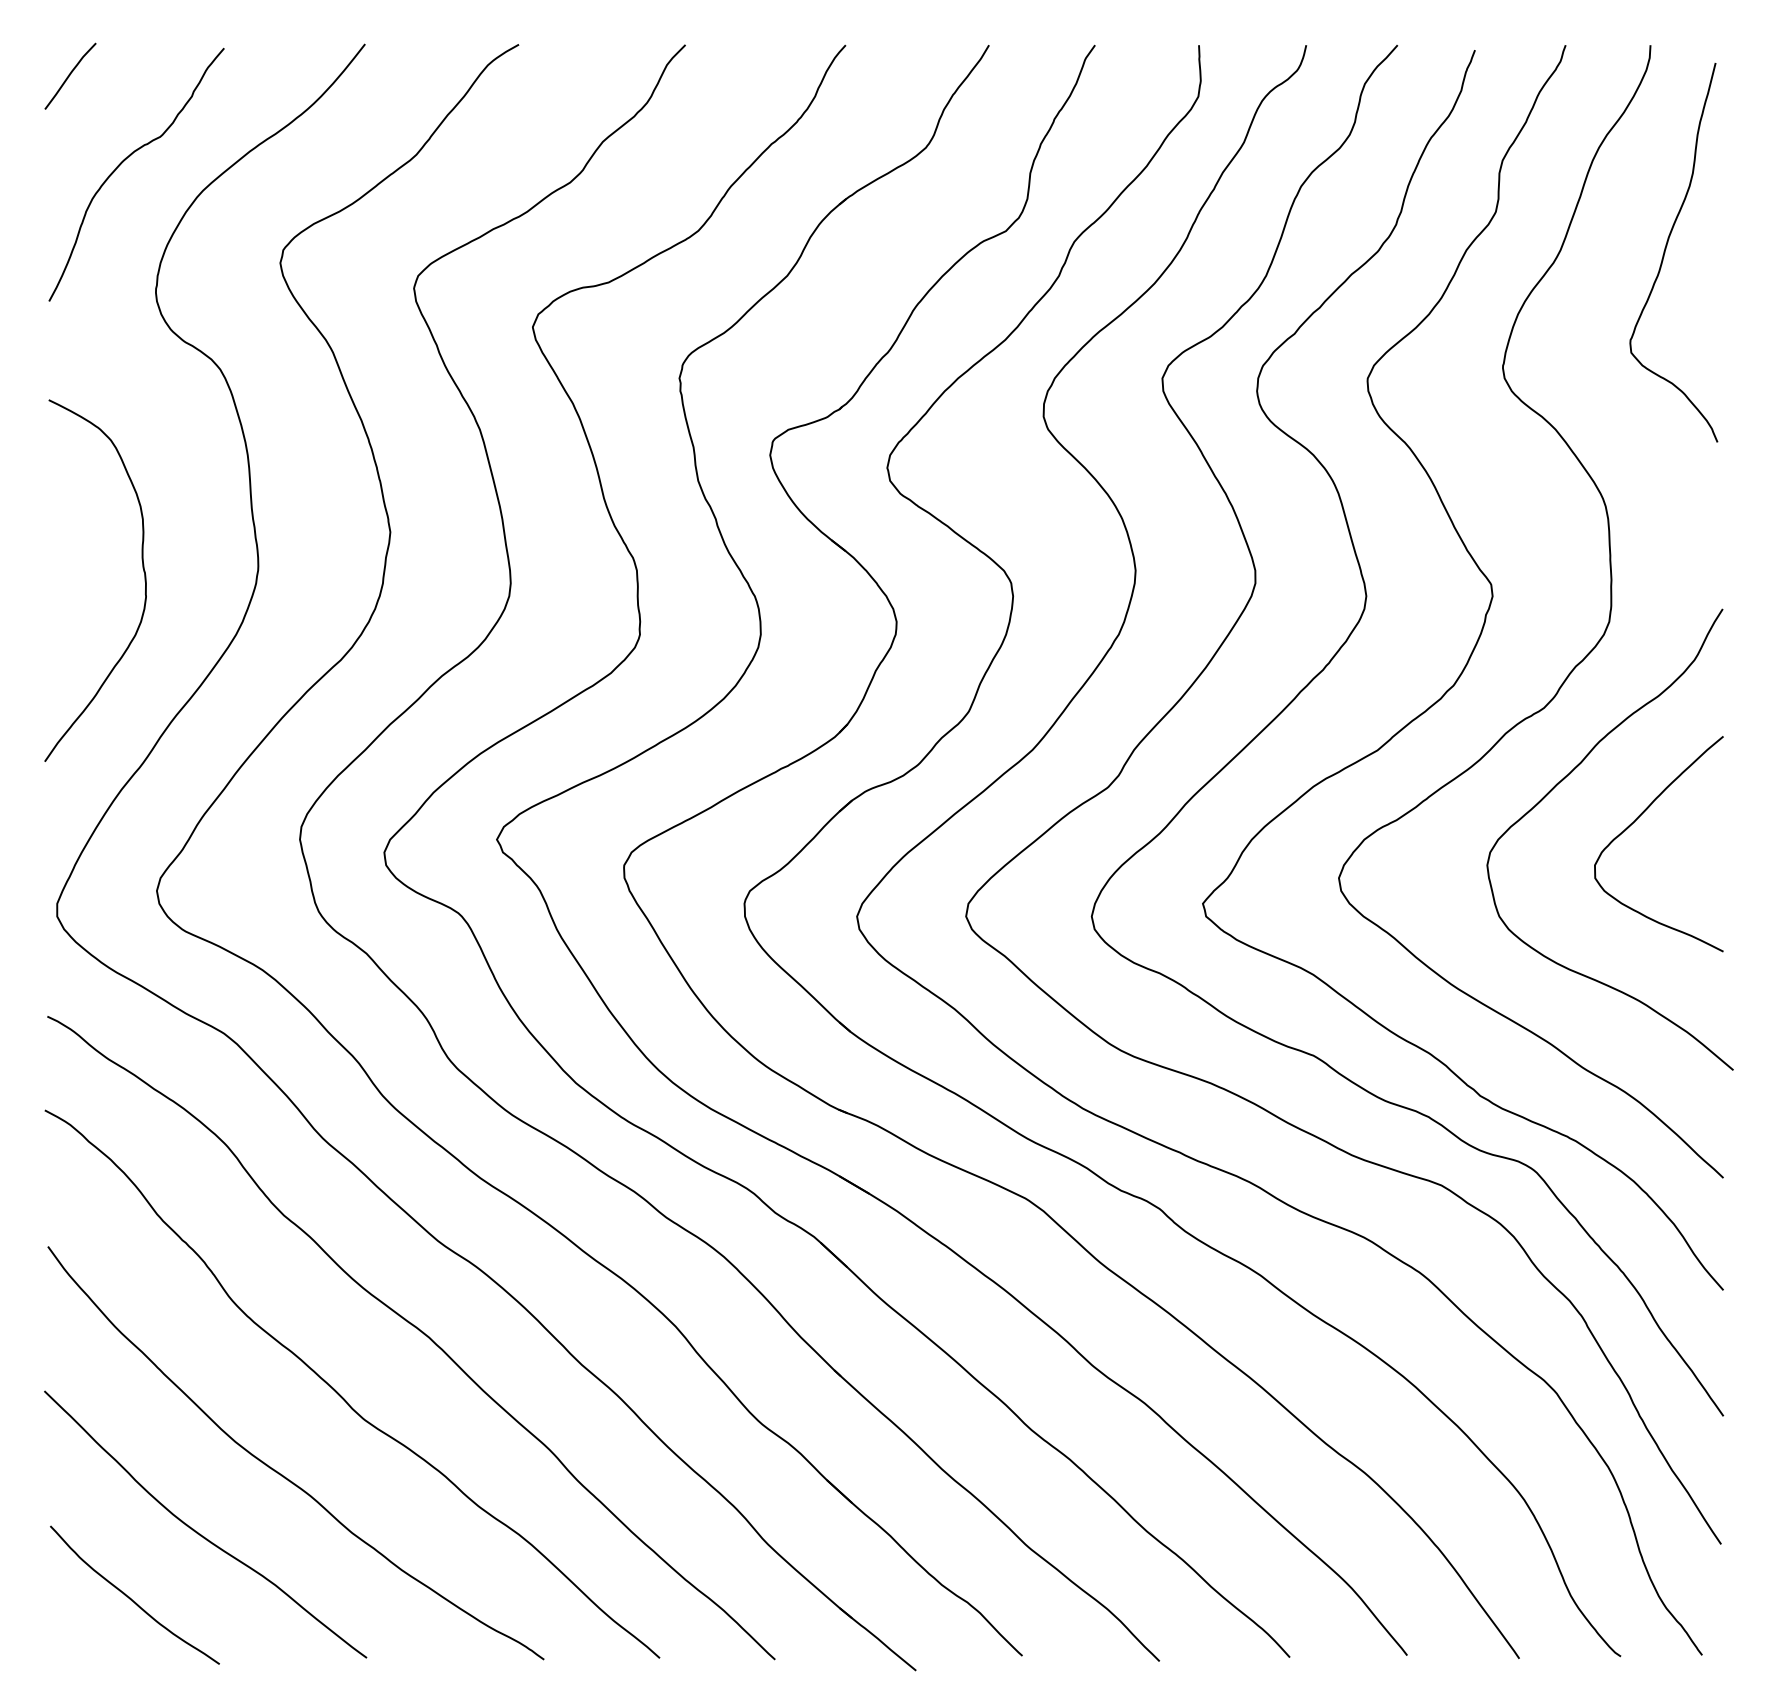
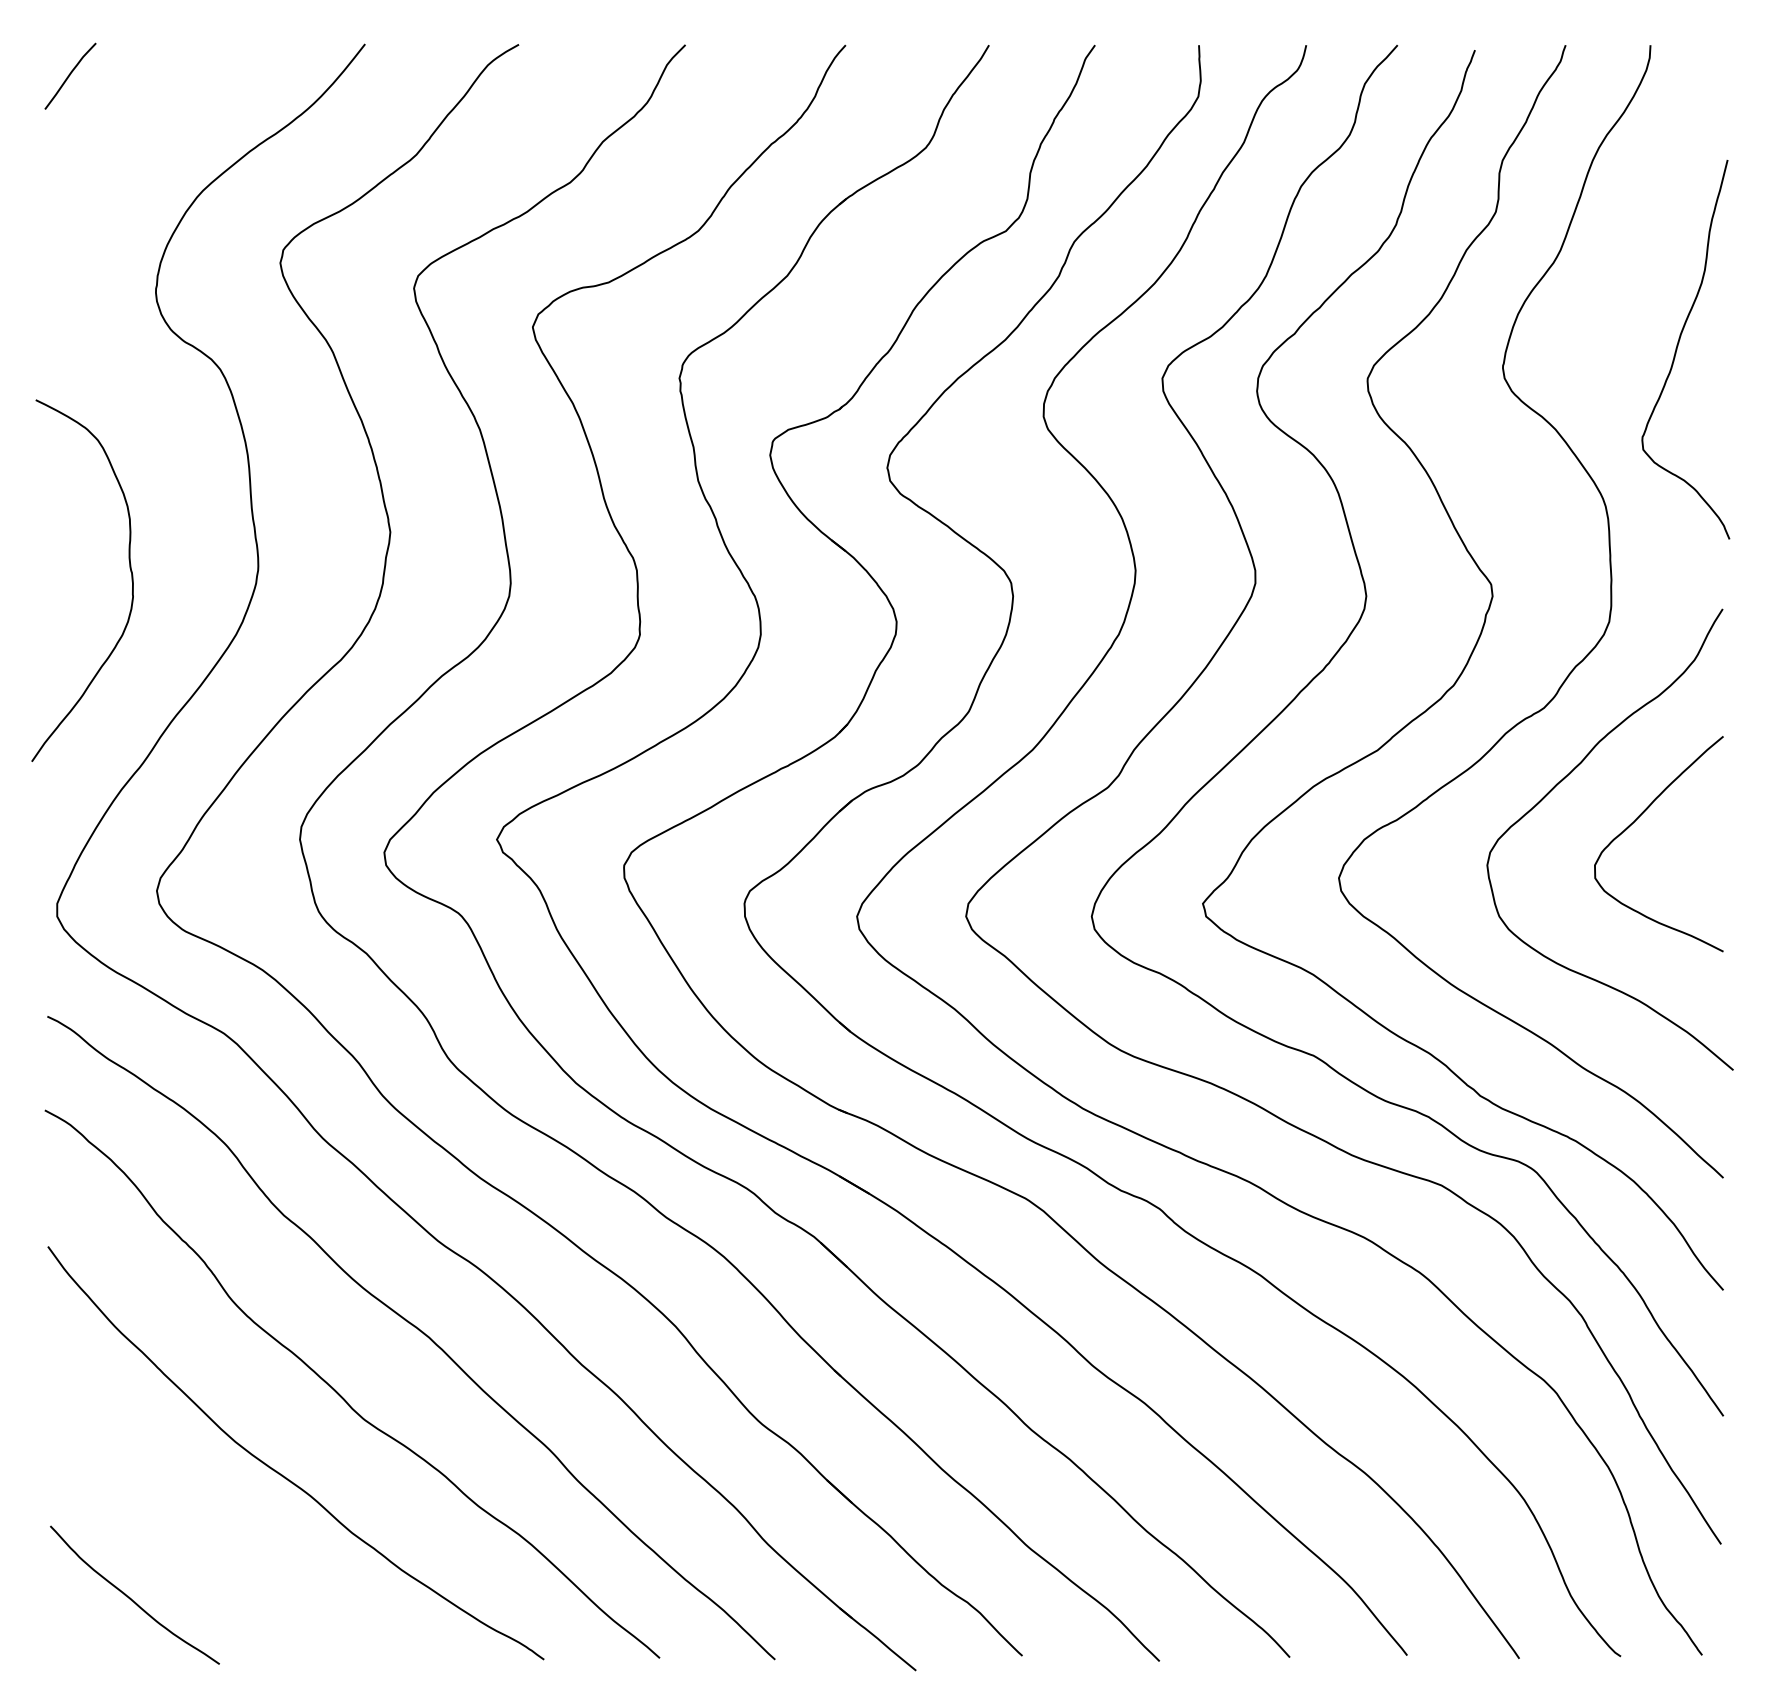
curve at (124, 161): present -> none
curve at (1666, 249) position: (1666, 249) -> (1678, 346)
curve at (142, 568) position: (142, 568) -> (129, 568)
curve at (200, 1533): present -> none
